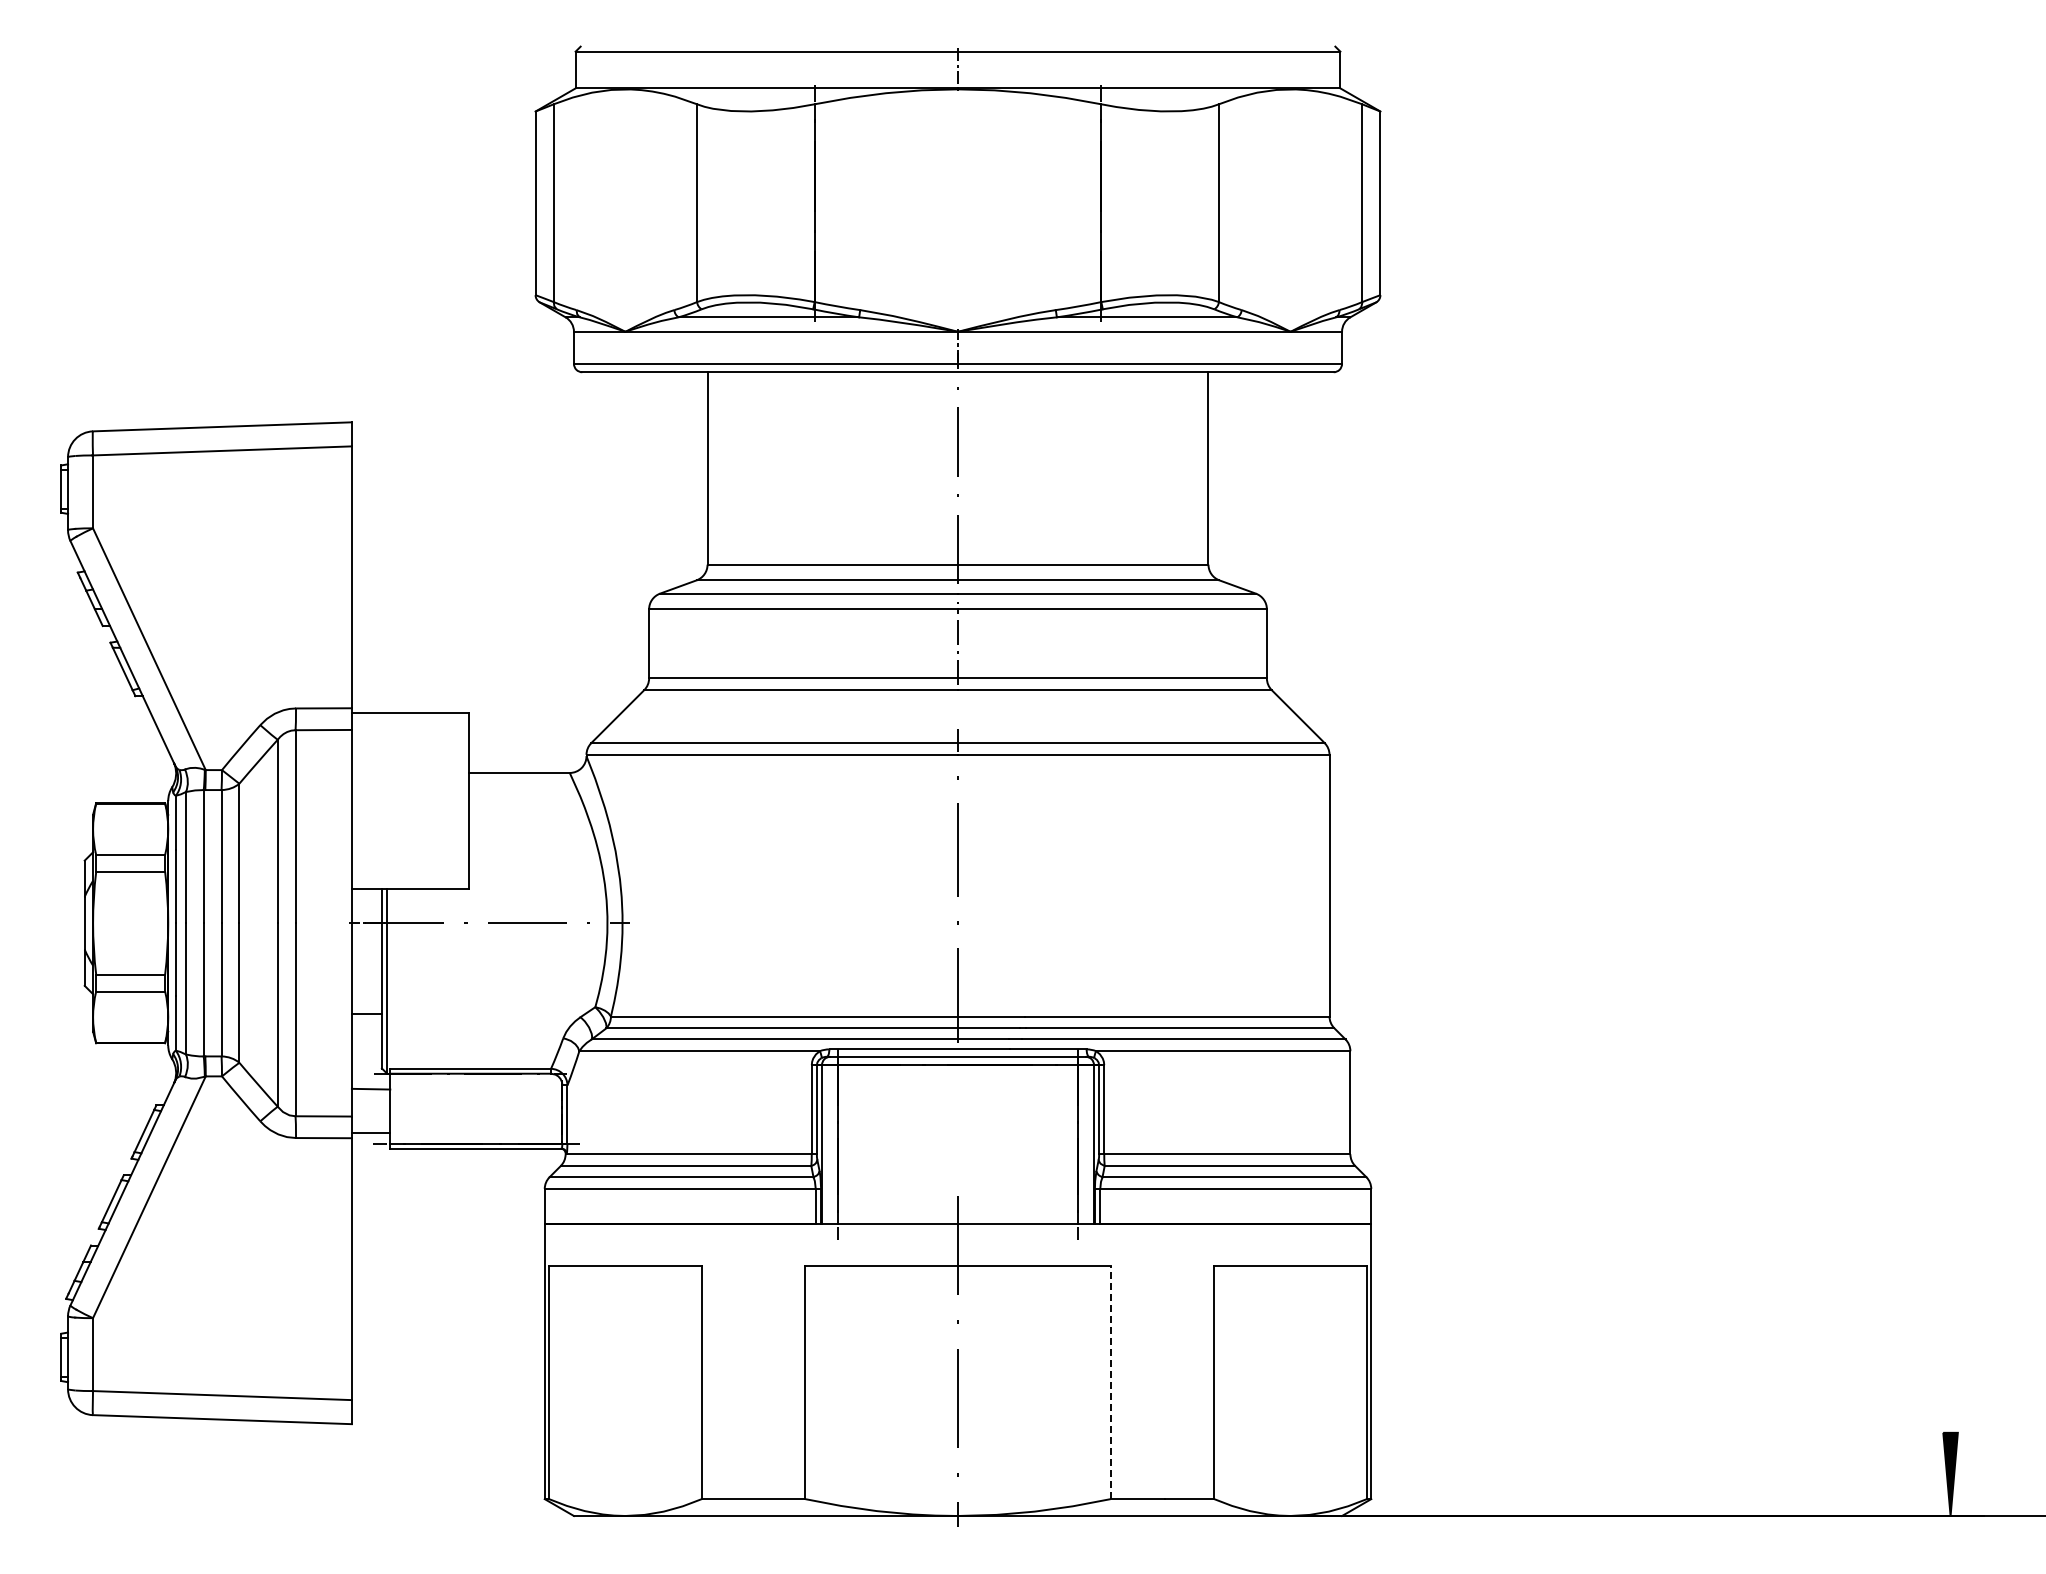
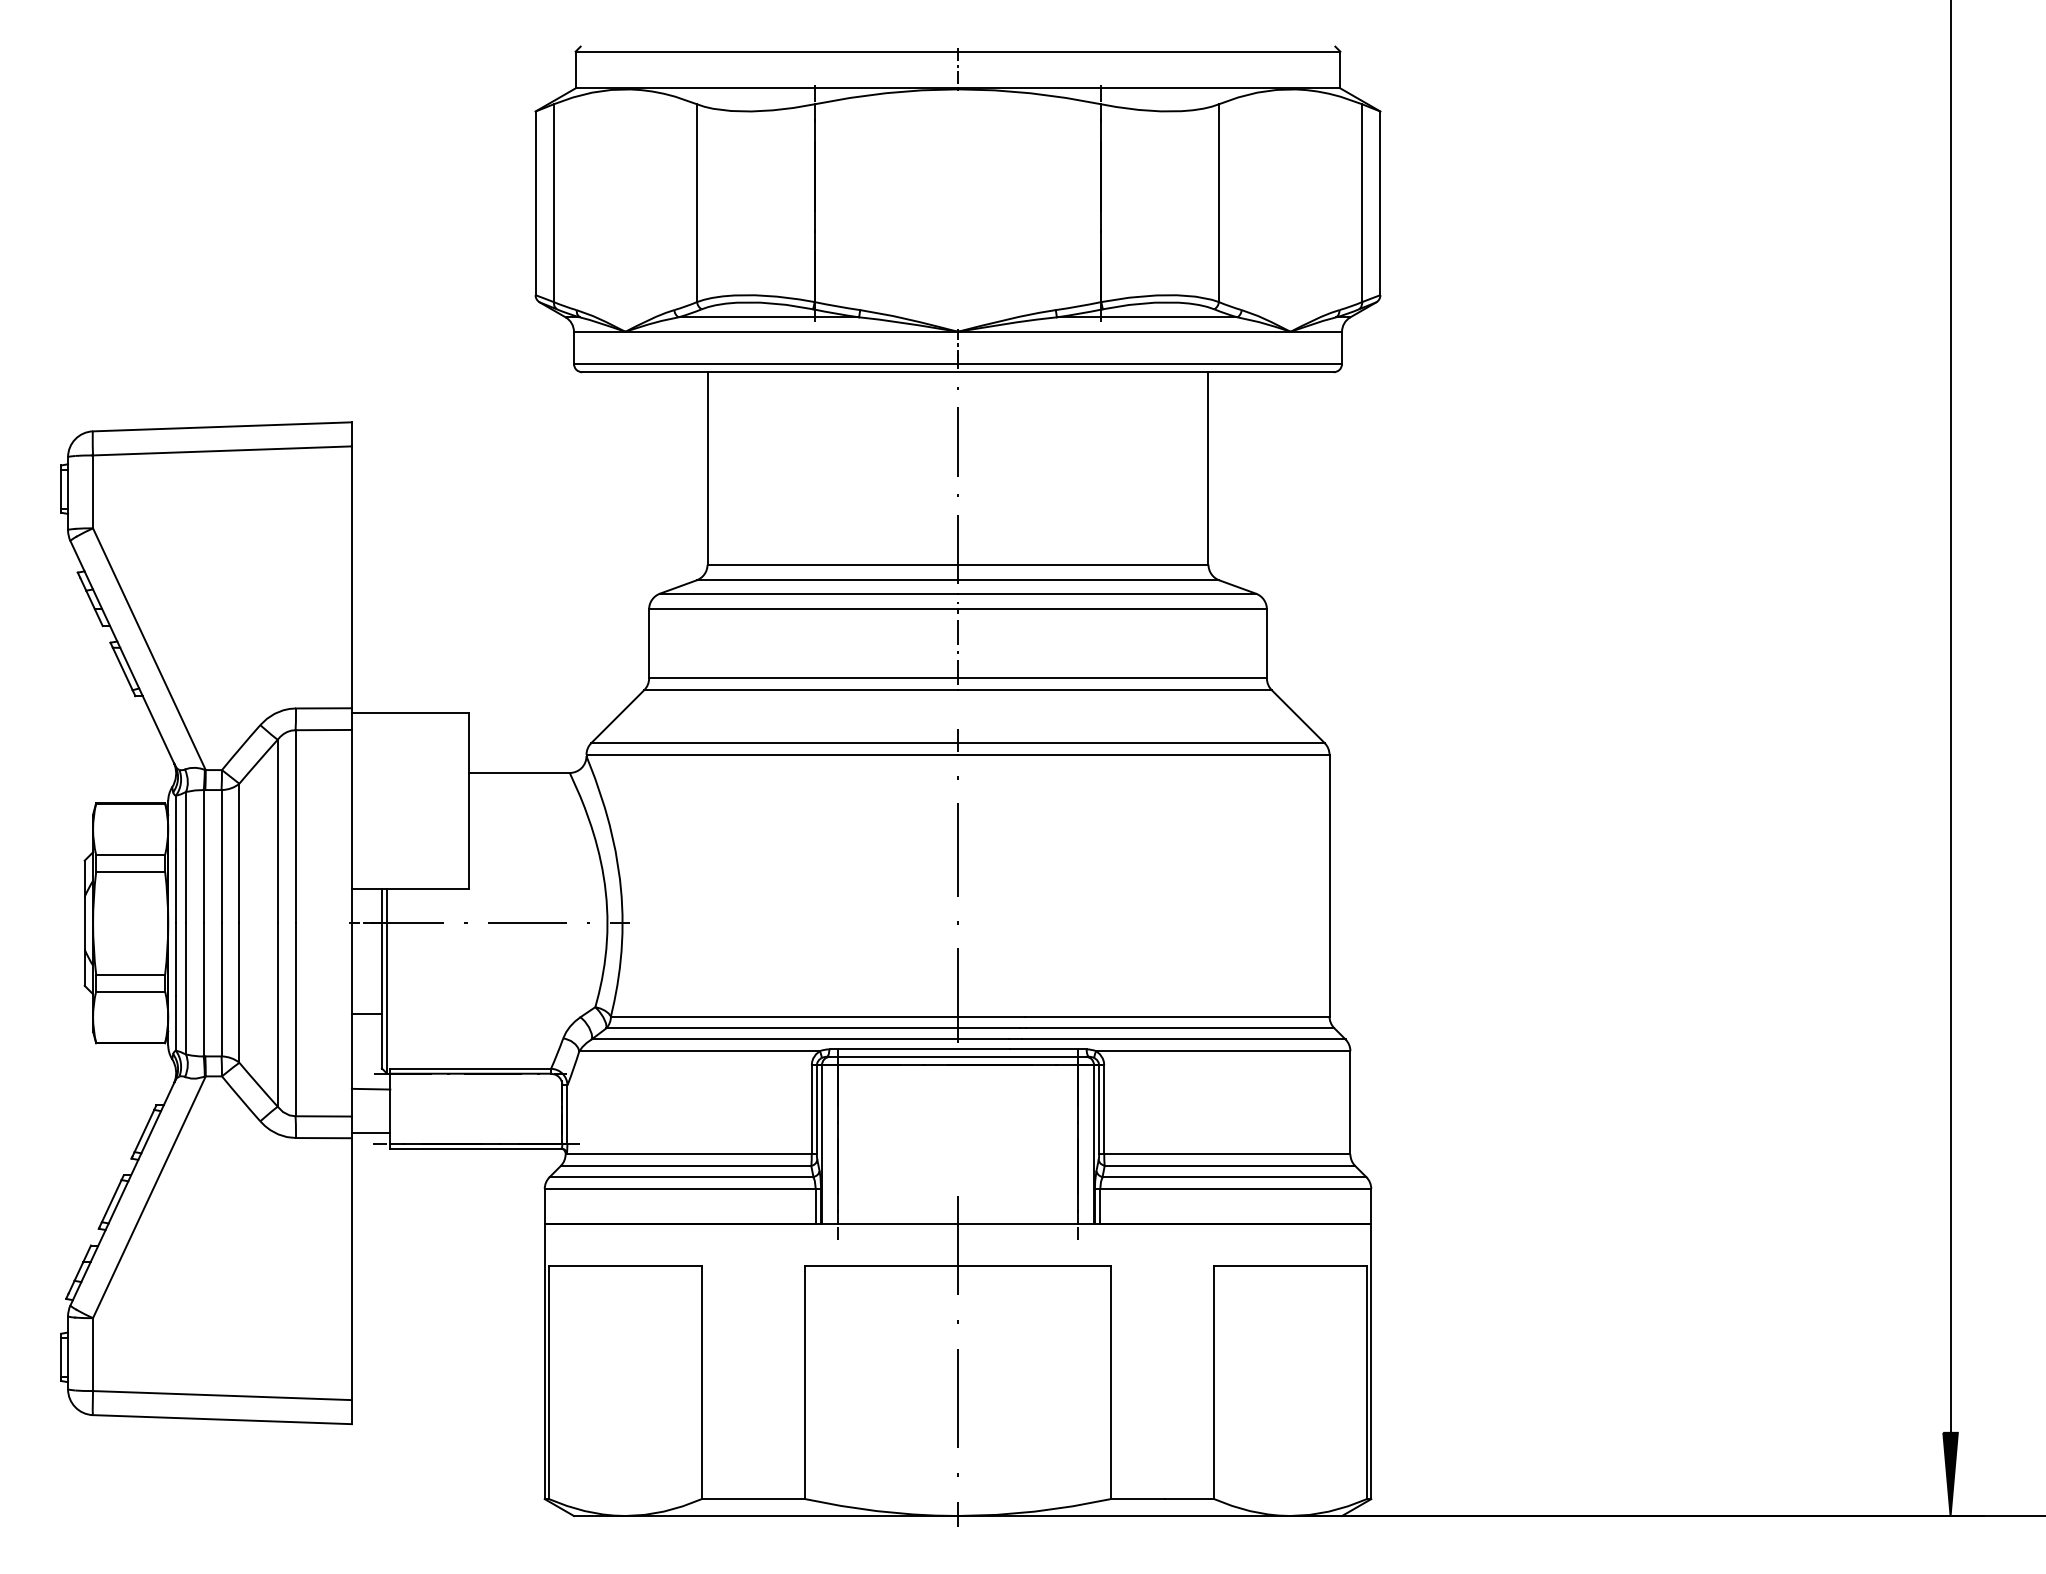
line at (1950, 717): none -> present
line at (1110, 1382): dashed -> solid
